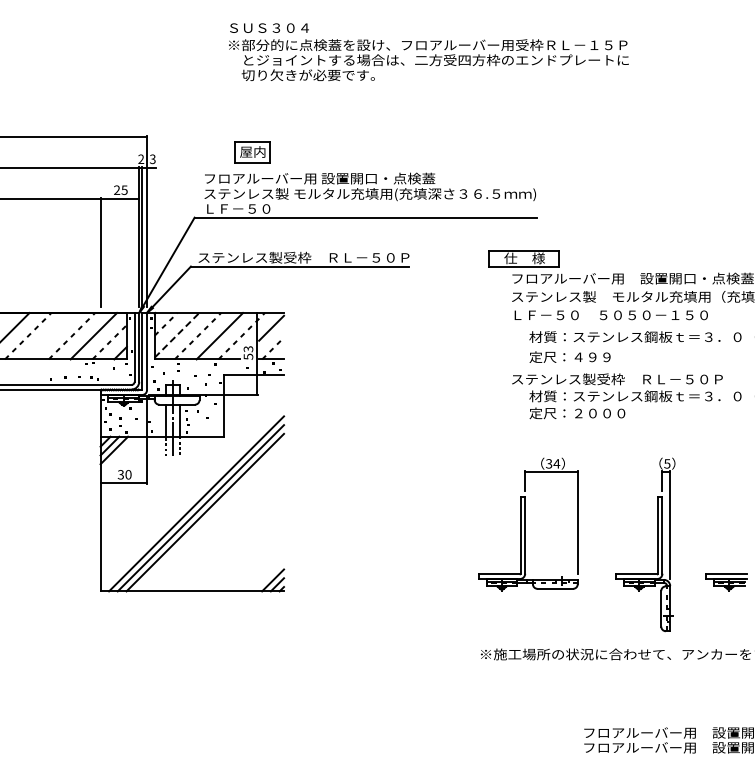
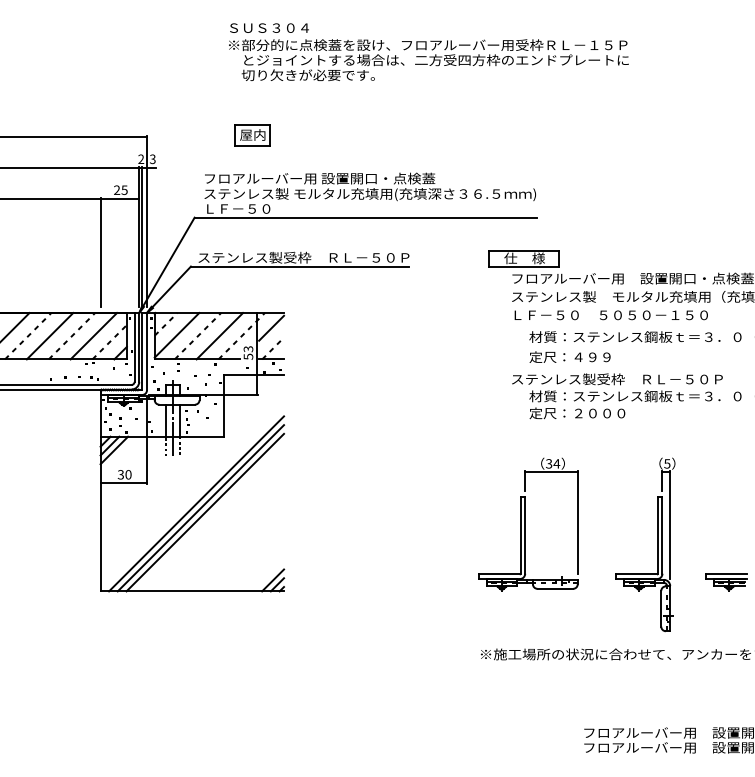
part at (252, 152) position: (252, 152) -> (252, 135)
line at (177, 335): dashed -> solid
line at (49, 336): none -> present
